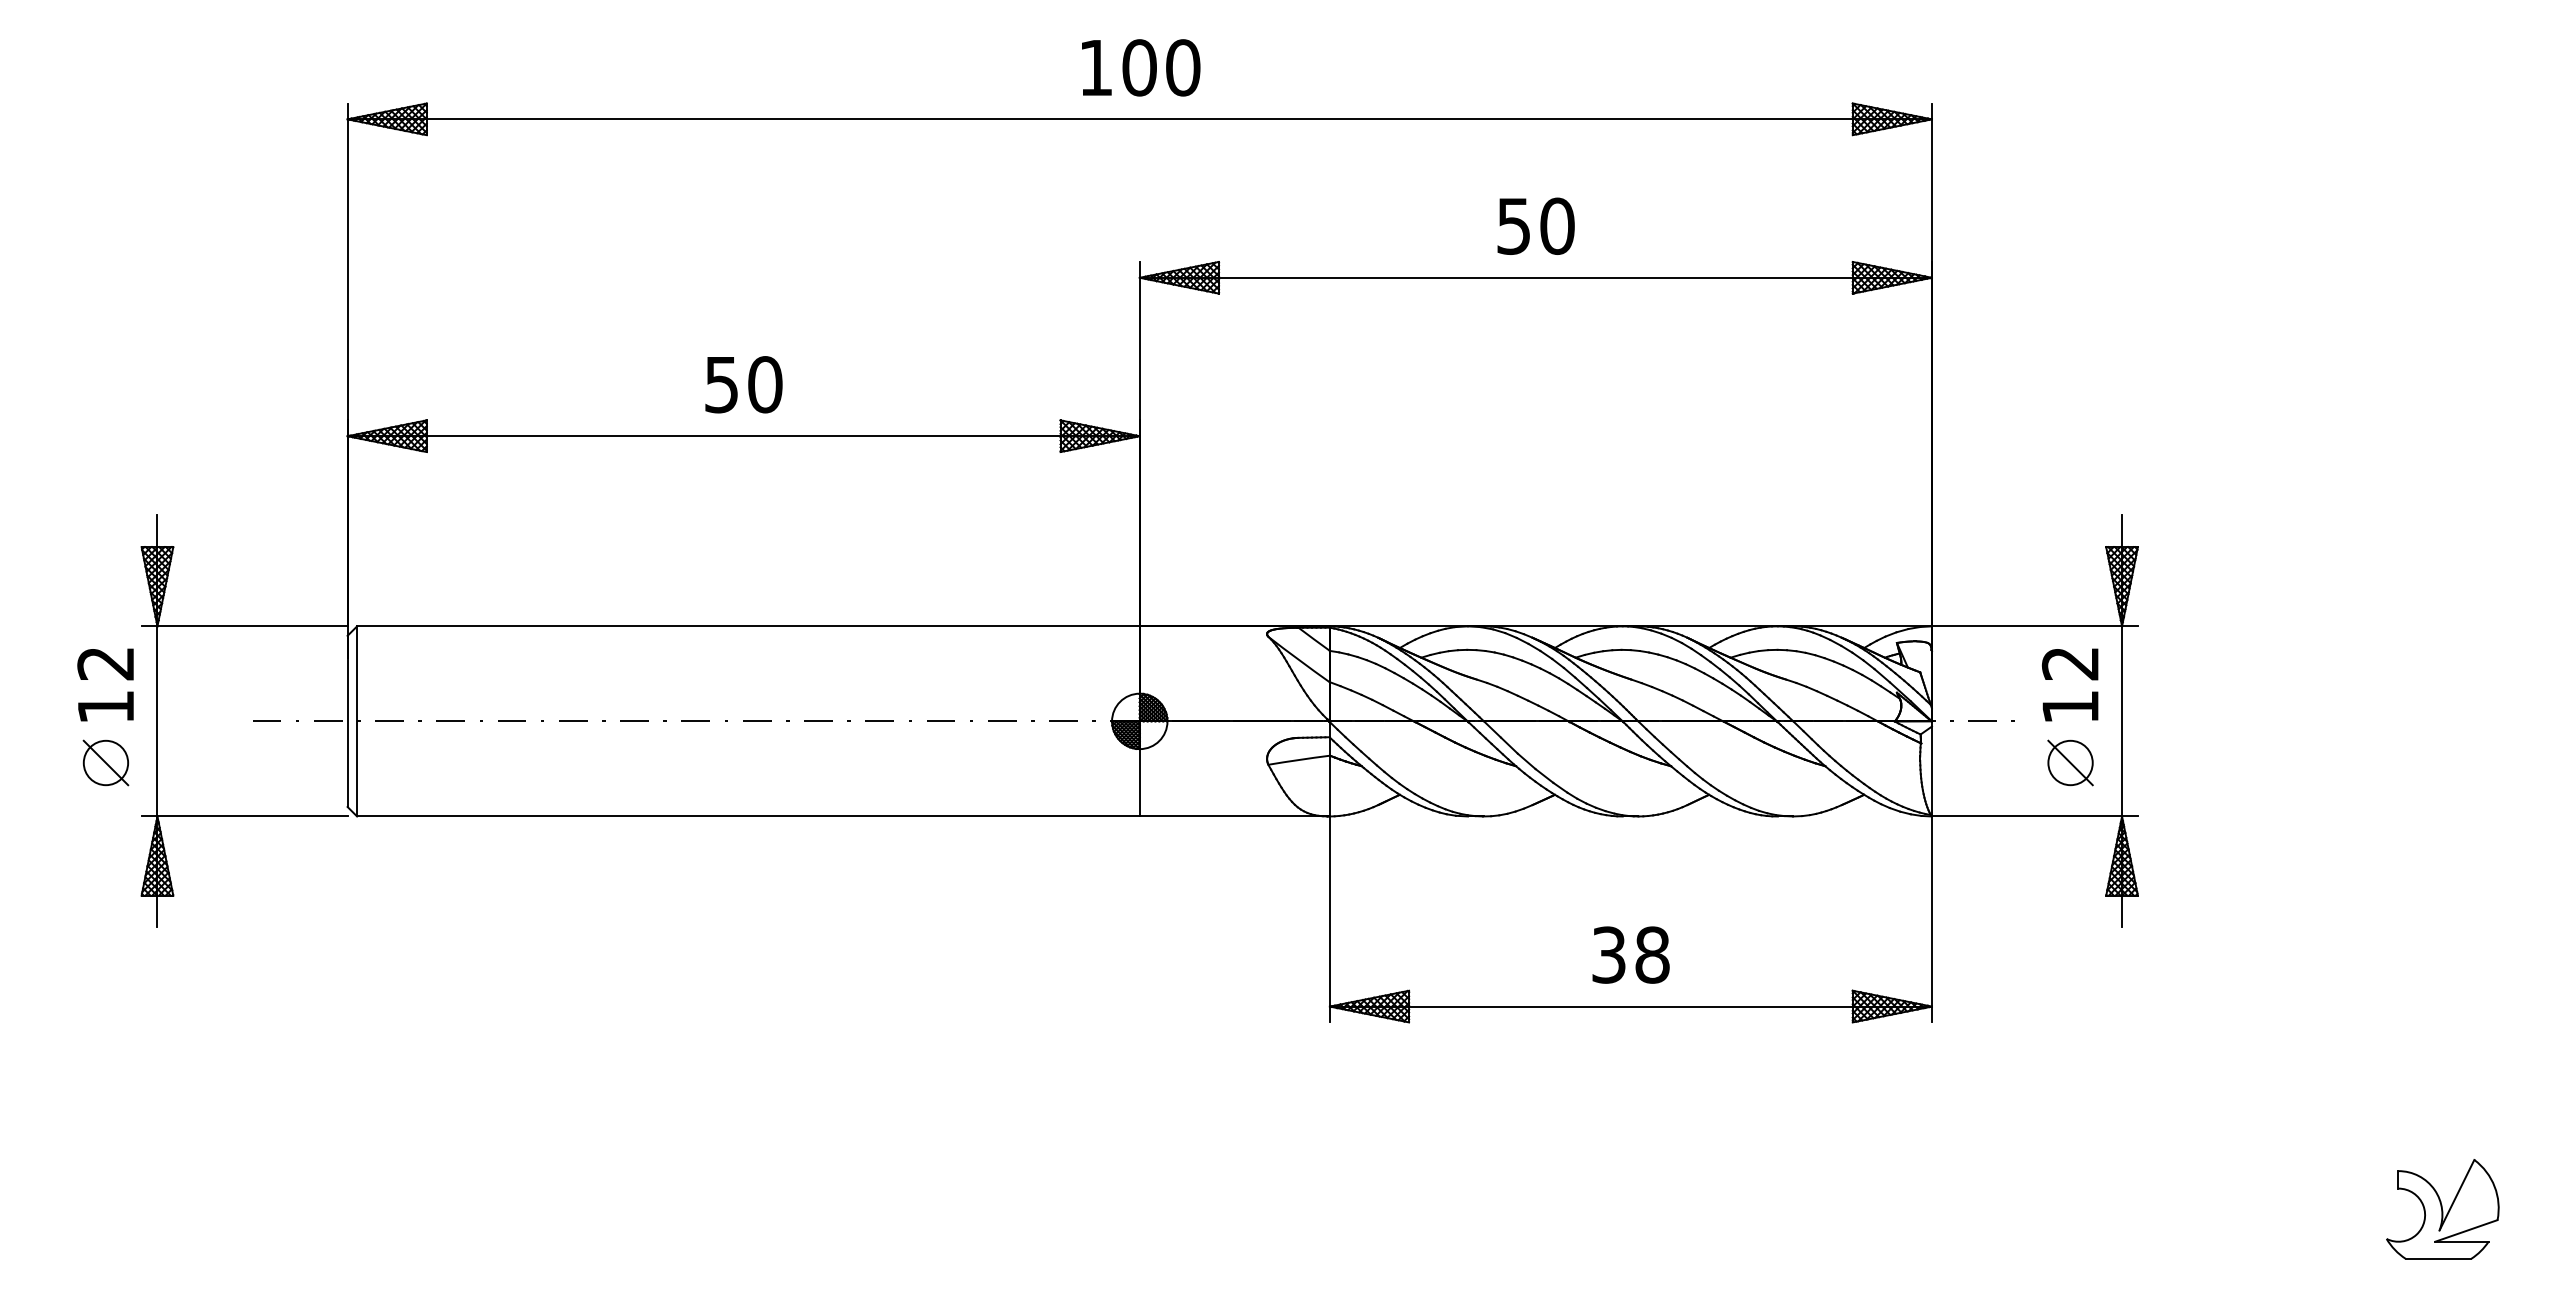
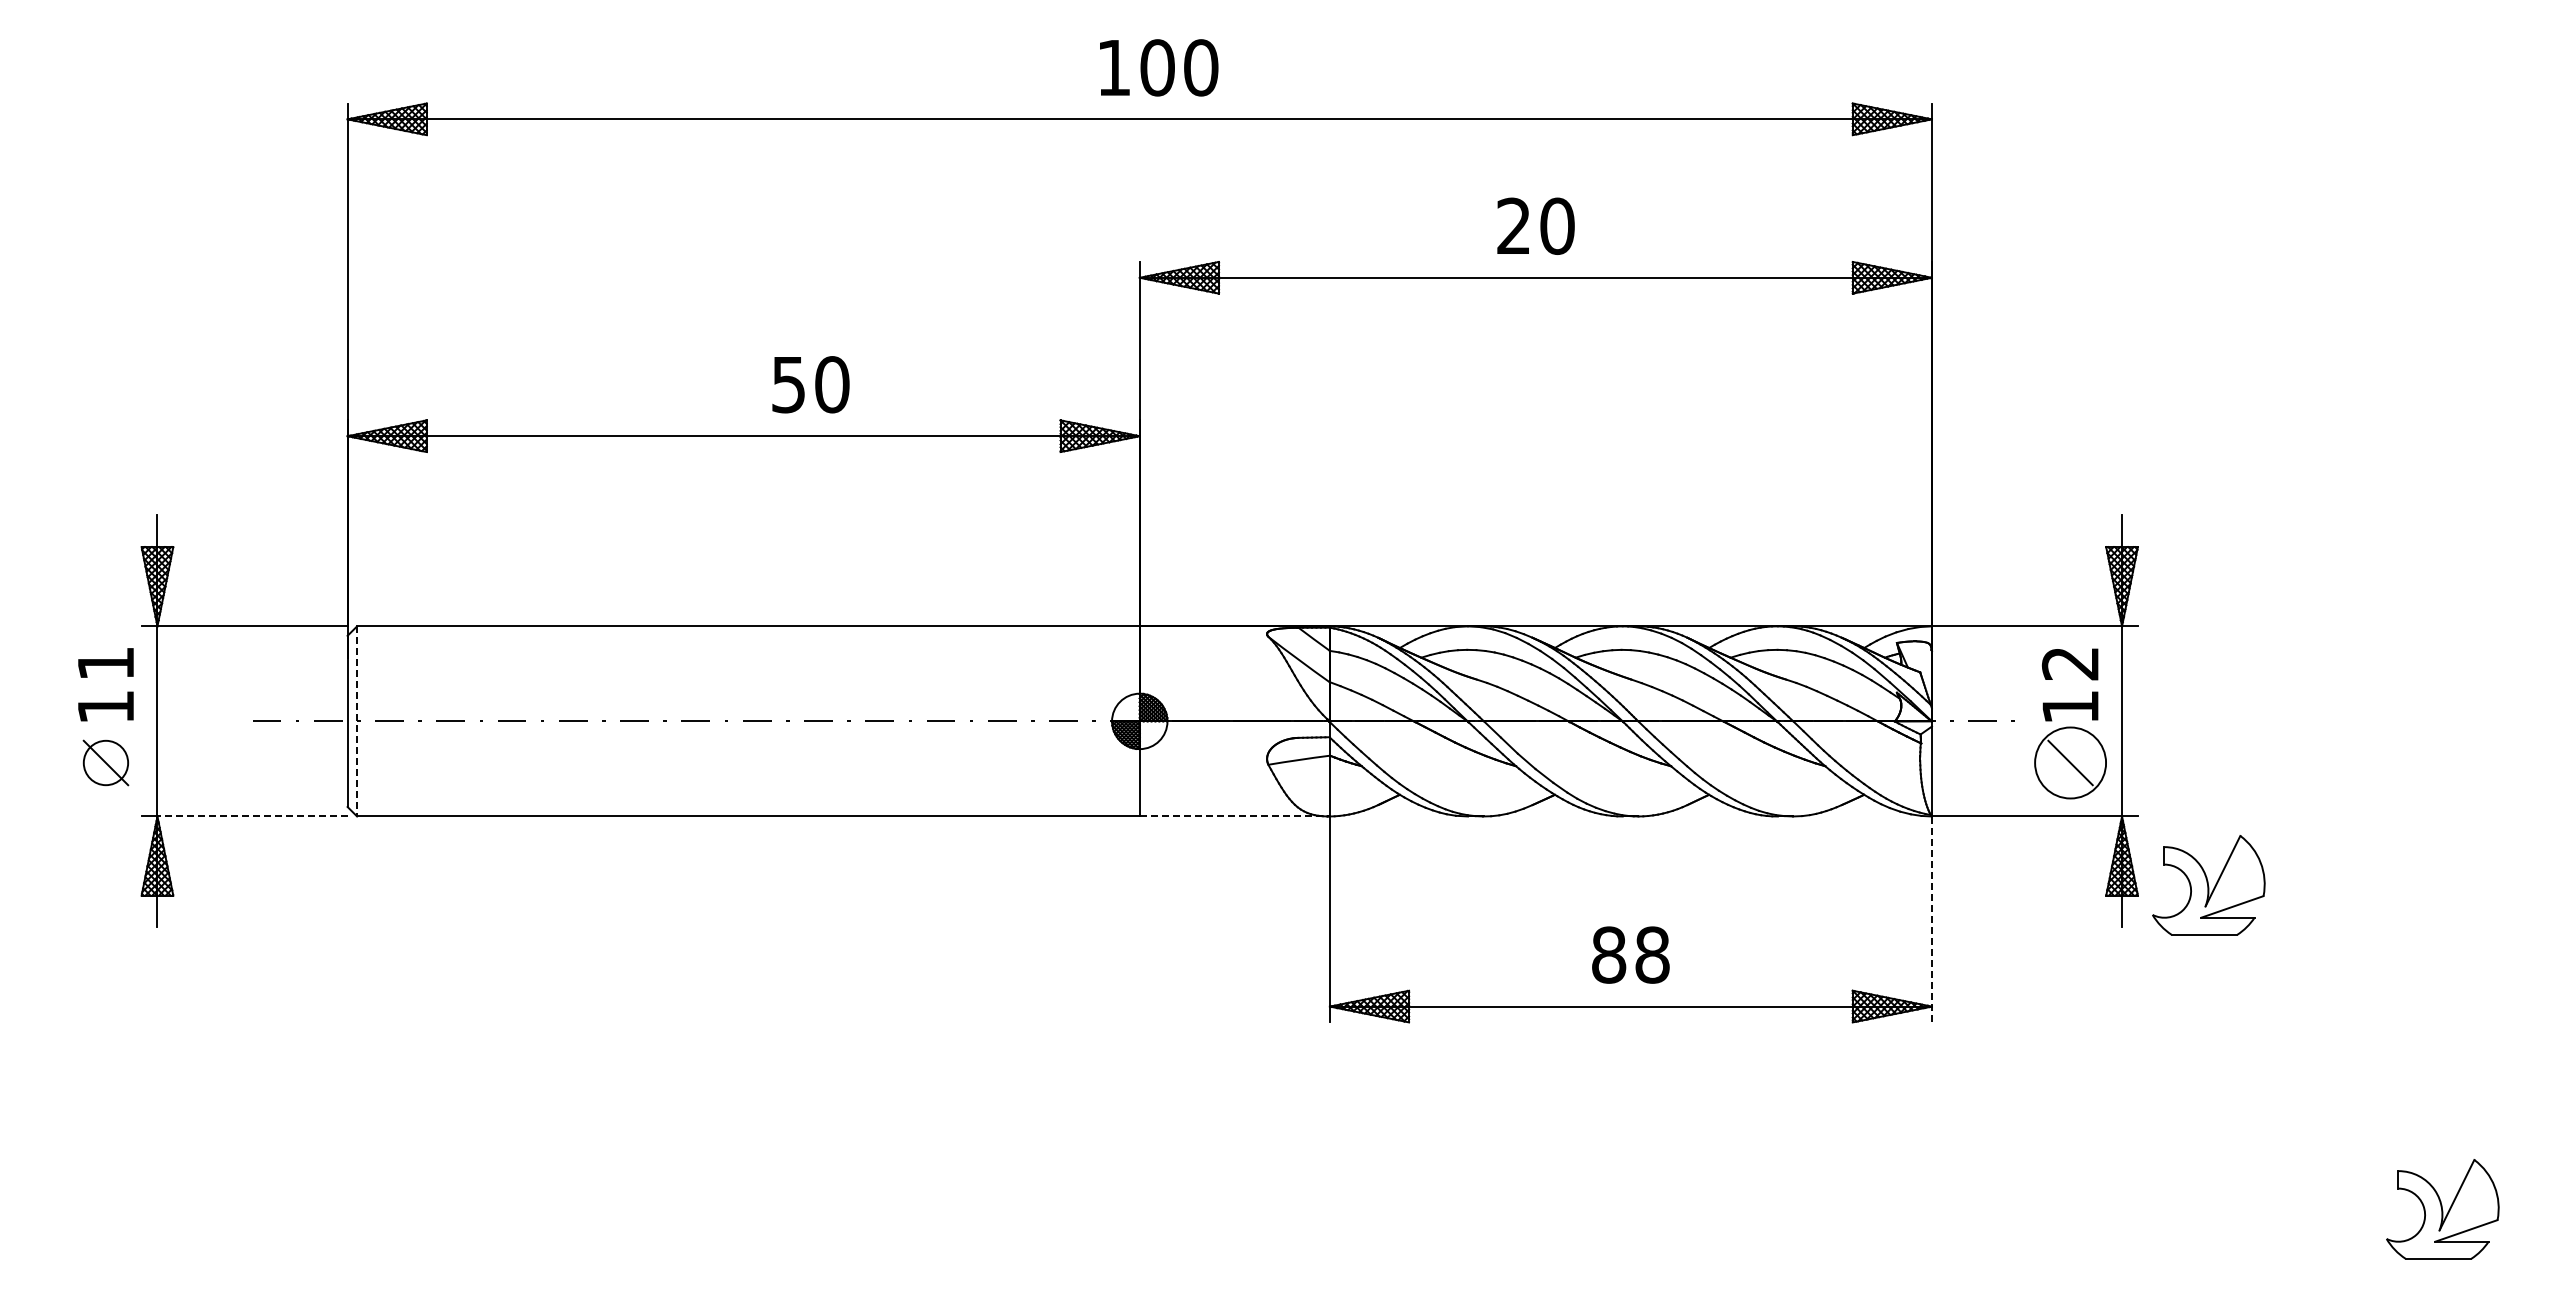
text at (1141, 67) position: (1141, 67) -> (1159, 67)
text at (1513, 225): 50 -> 20
text at (743, 384) position: (743, 384) -> (810, 384)
text at (105, 664): 12 -> 11
line at (357, 721): solid -> dashed
circle at (2070, 762) diameter: 44 px -> 71 px
line at (252, 816): solid -> dashed
line at (1234, 816): solid -> dashed
part at (2208, 885): none -> present
line at (1931, 919): solid -> dashed
text at (1609, 954): 38 -> 88
